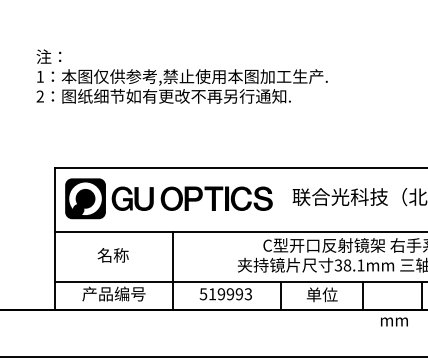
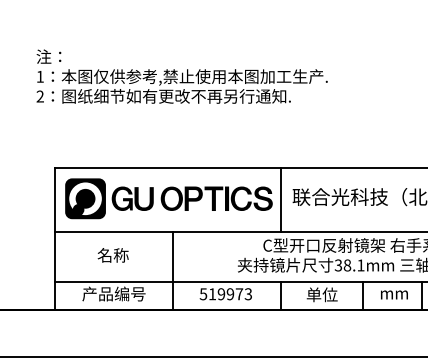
line at (281, 199): none -> present
text at (239, 294): 519993 -> 519973
text at (394, 321) position: (394, 321) -> (394, 294)
